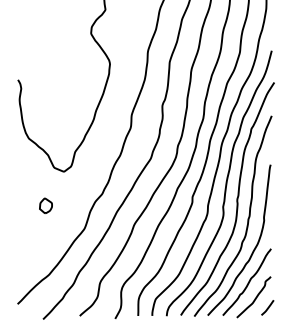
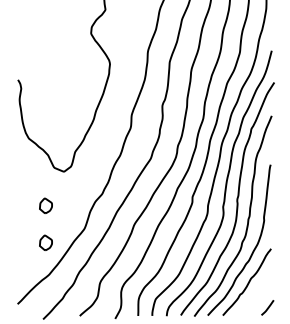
part at (45, 242): none -> present
curve at (254, 298): present -> none
